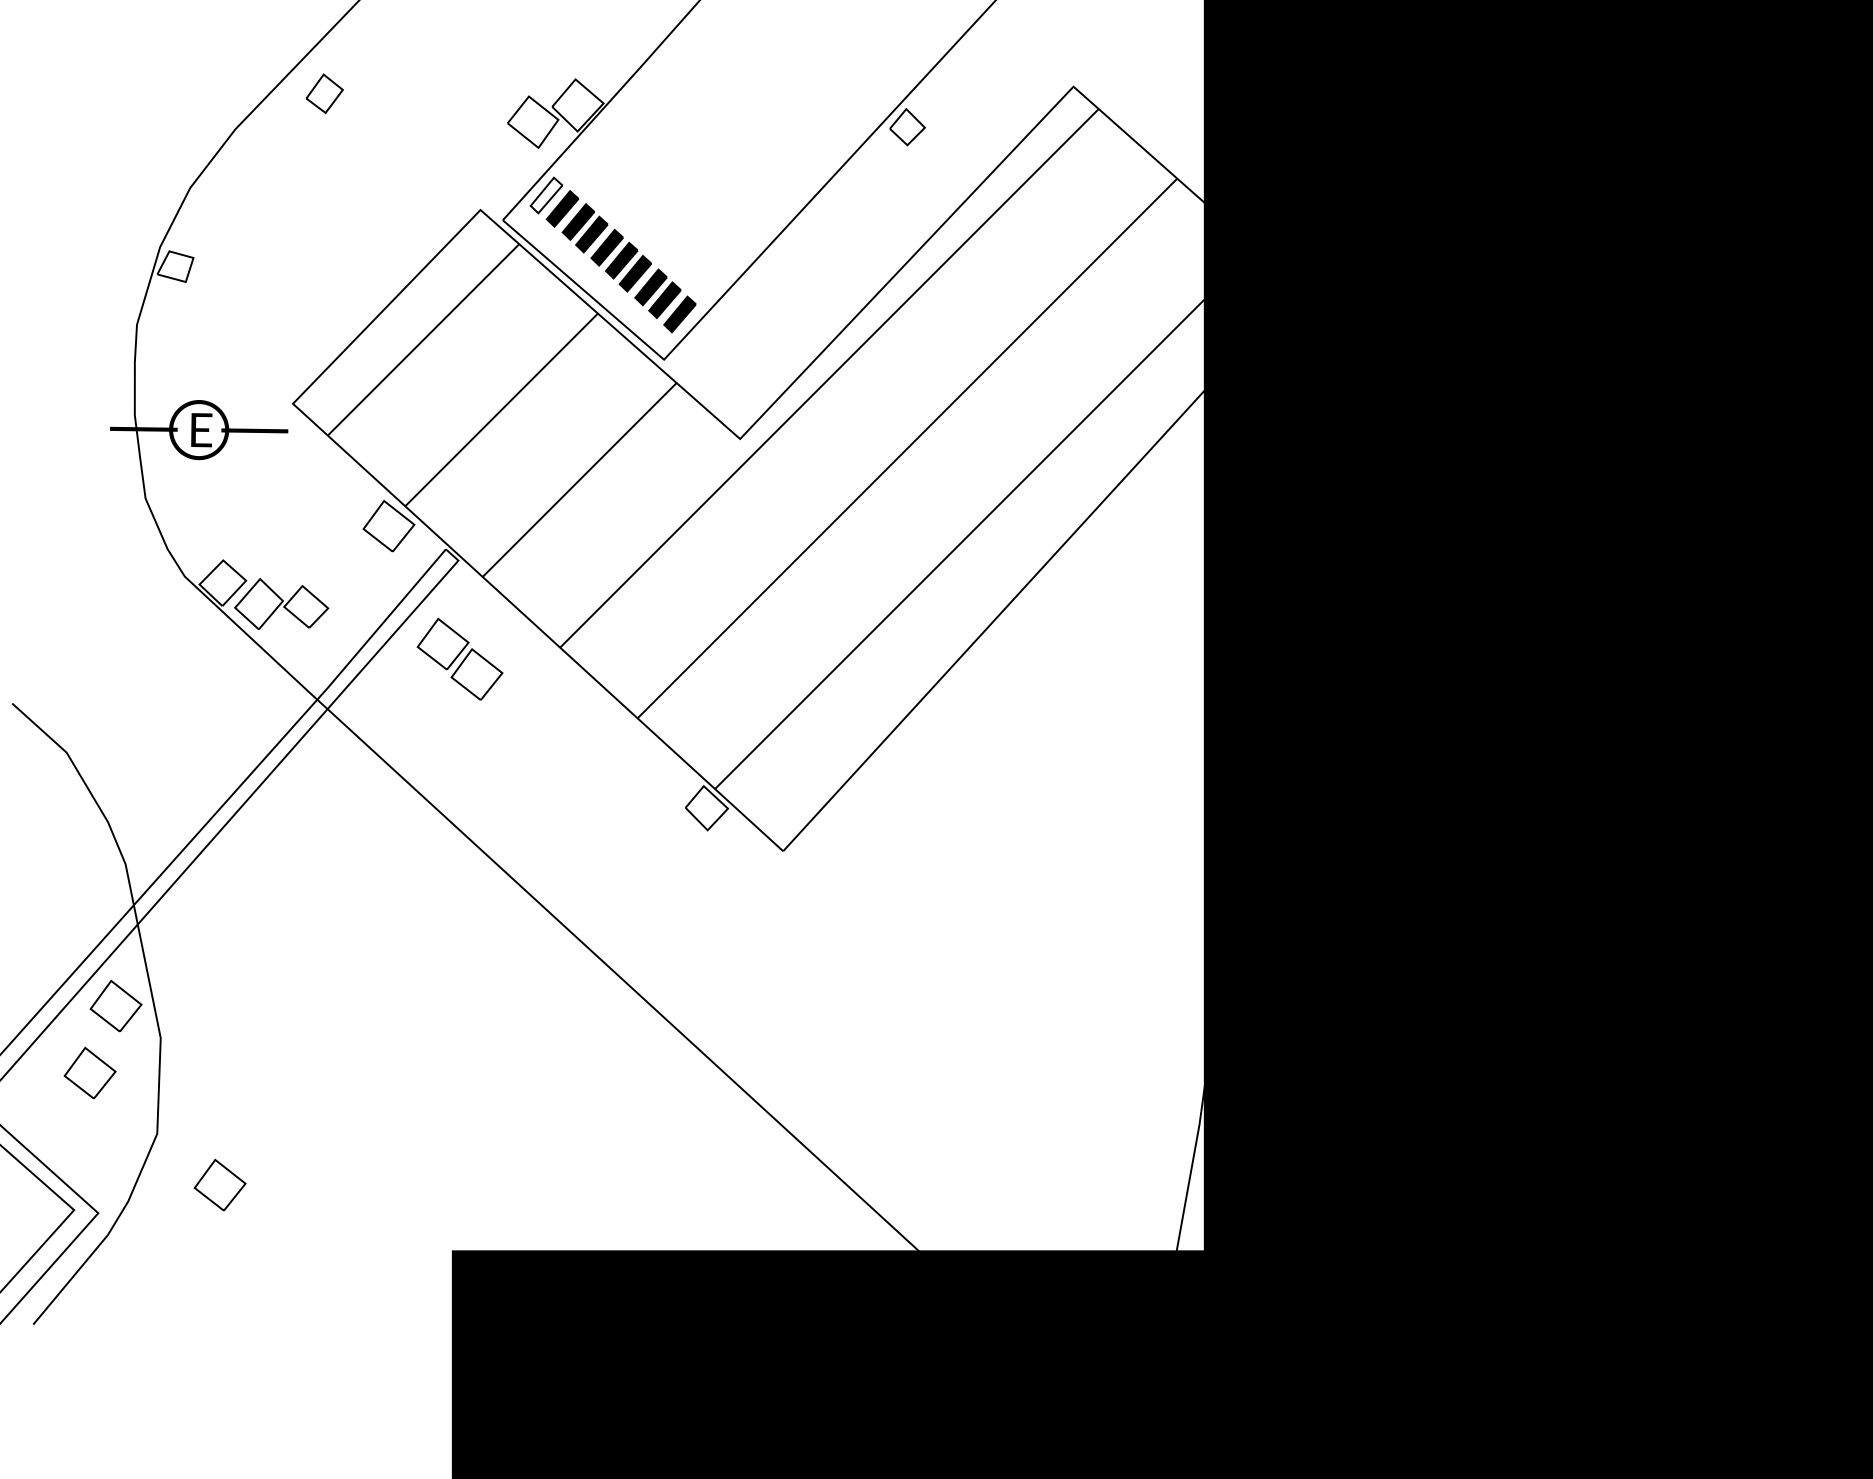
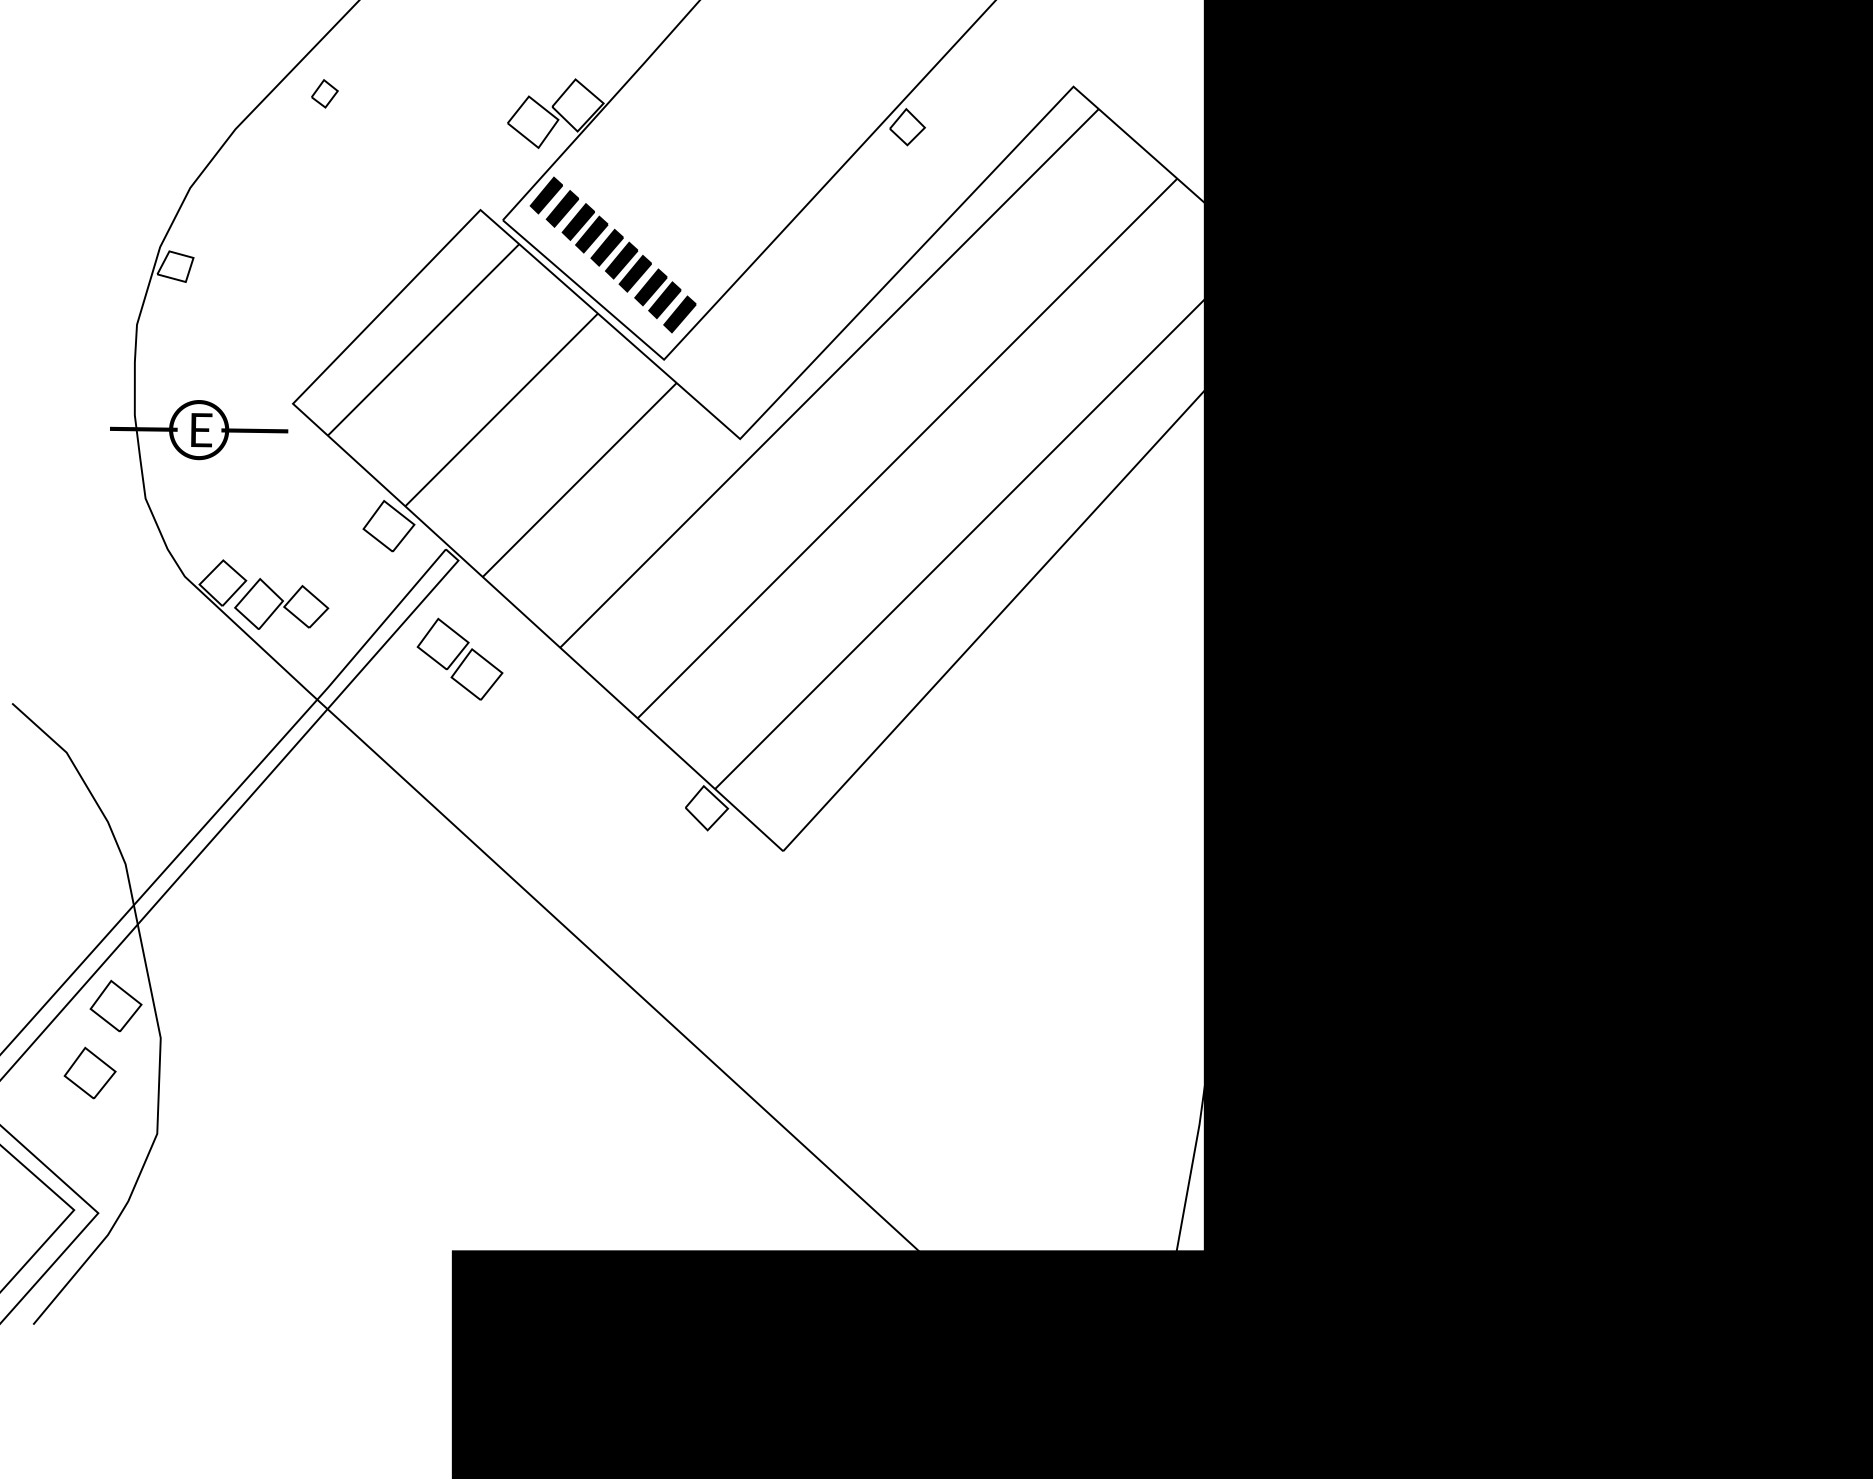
part at (324, 93) size: 38x41 px -> 28x30 px
fill at (546, 195): none -> present
part at (219, 1184): present -> none
